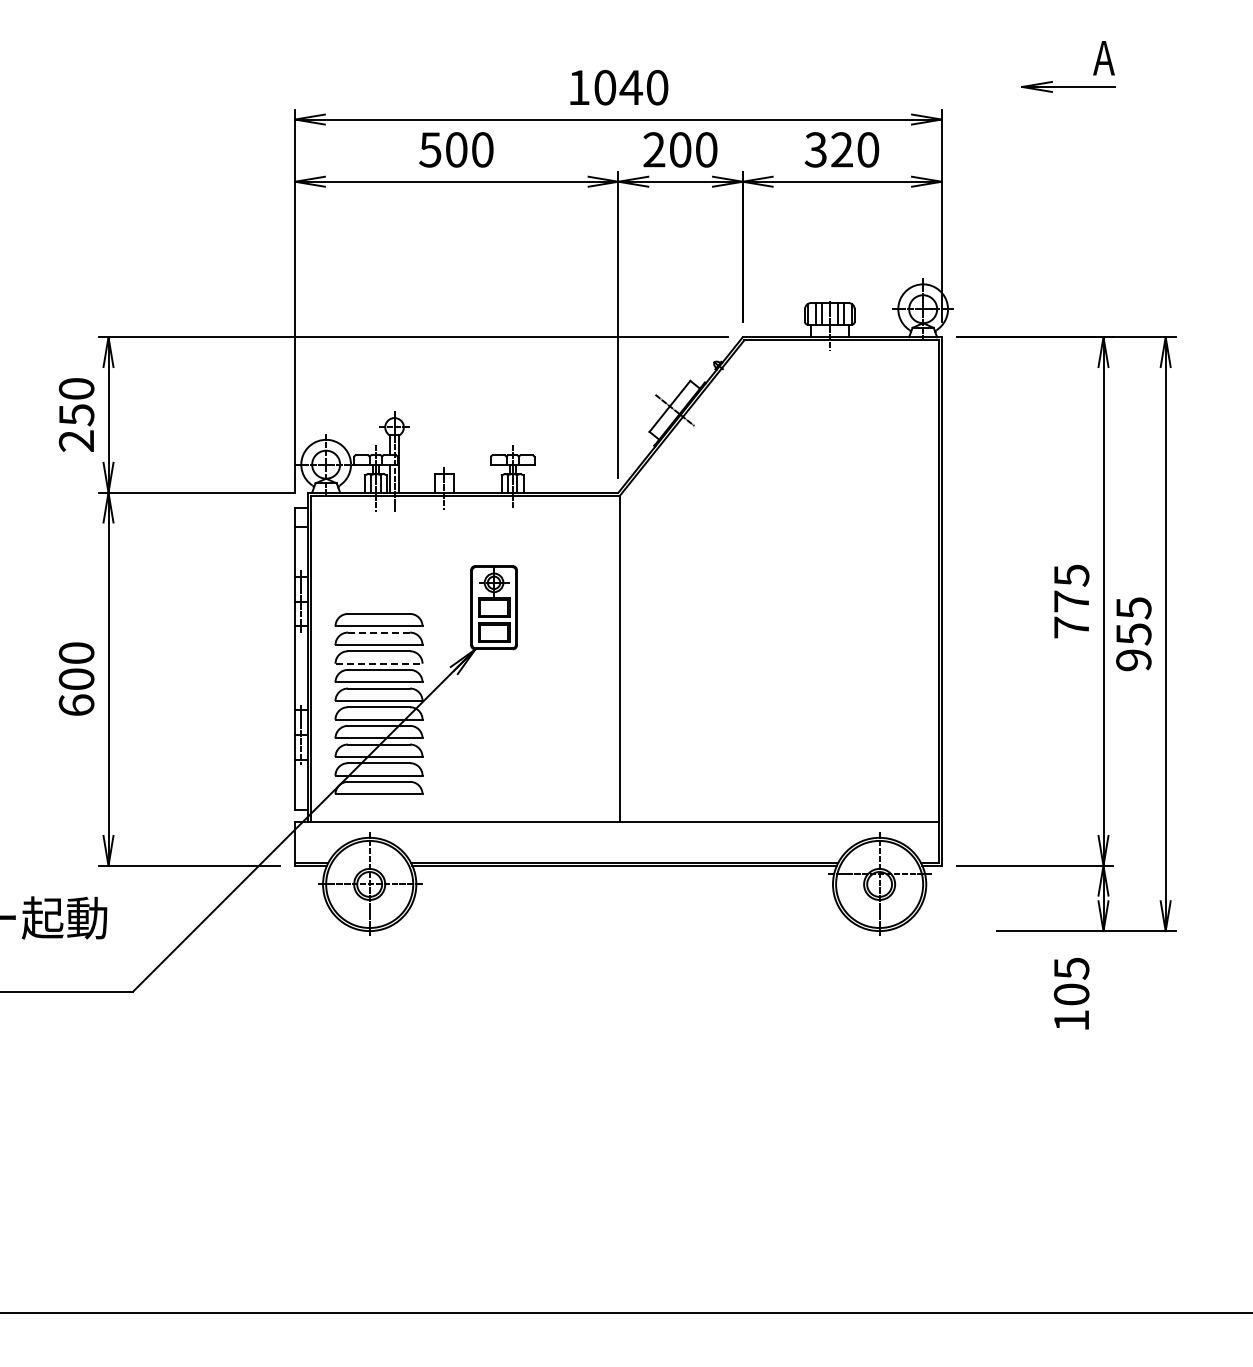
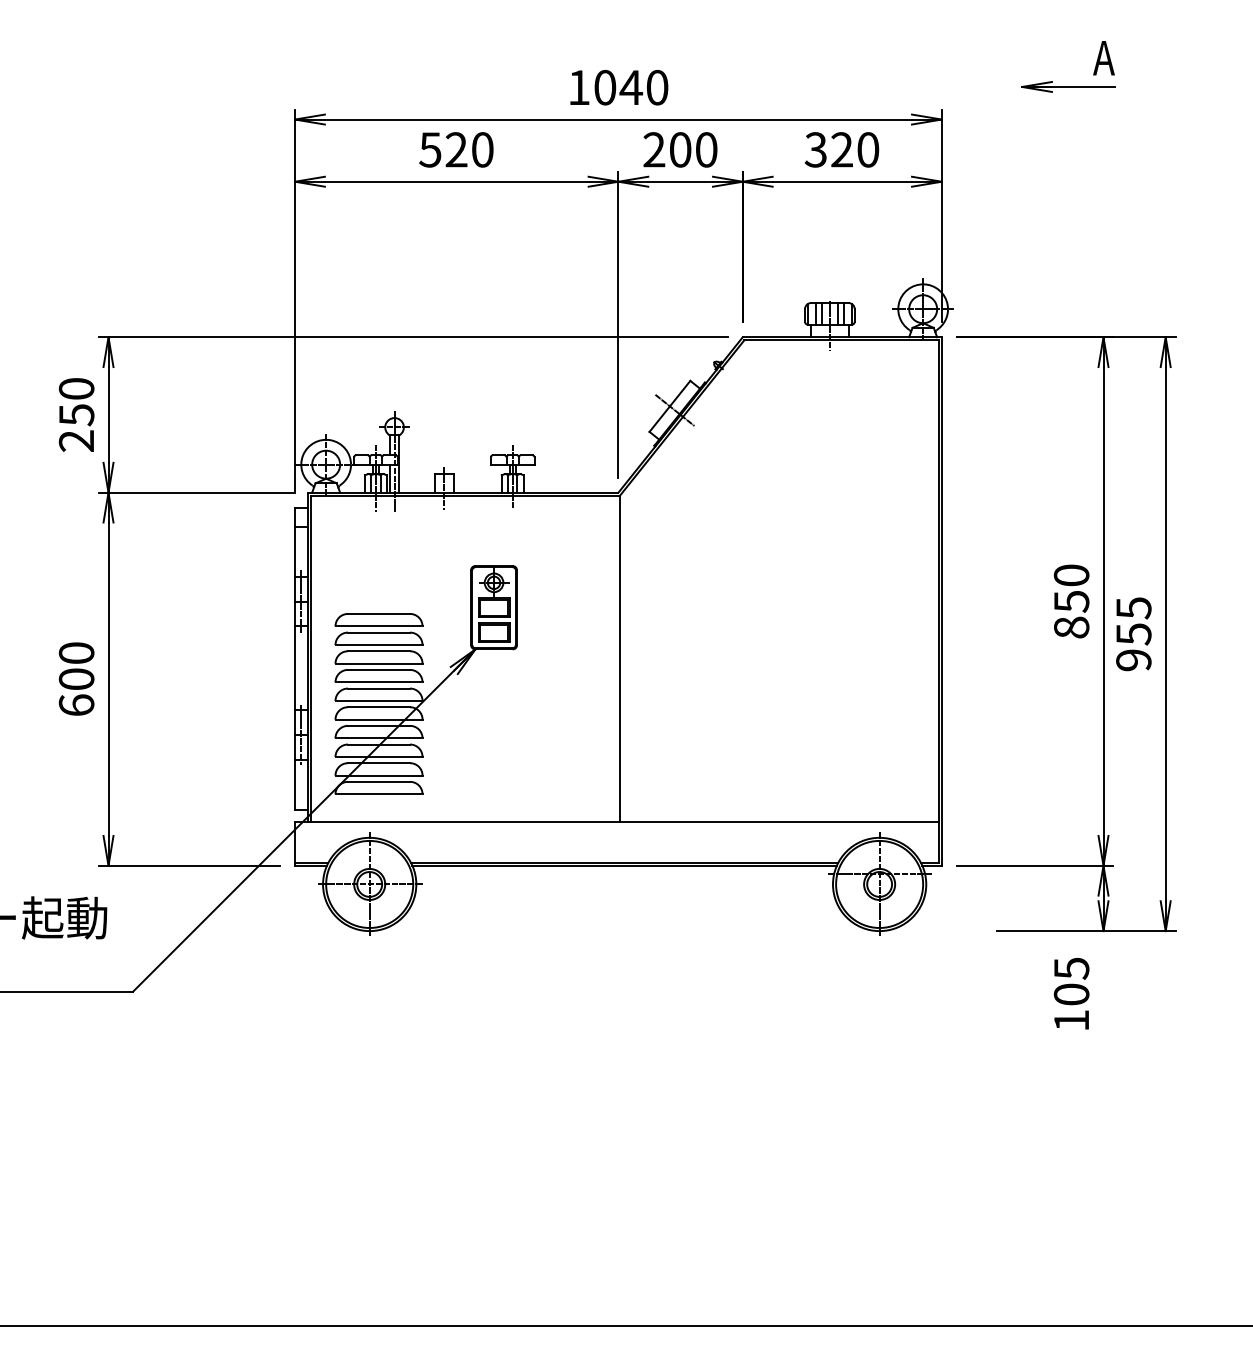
text at (456, 149): 500 -> 520
text at (1071, 601): 775 -> 850
line at (379, 632): dashed -> solid
line at (379, 663): dashed -> solid
line at (625, 1312) position: (625, 1312) -> (625, 1325)
